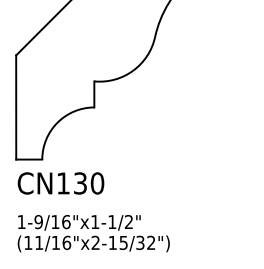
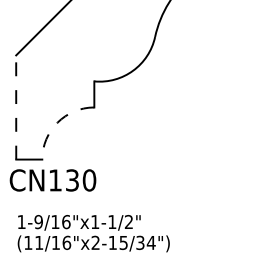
line at (16, 107): solid -> dashed
arc at (57, 122): solid -> dashed
text at (60, 183) position: (60, 183) -> (52, 180)
text at (150, 242): (11/16"x2-15/32") -> (11/16"x2-15/34")
